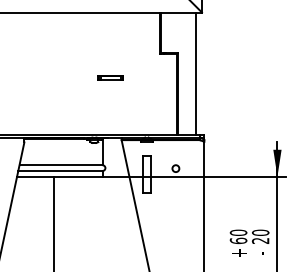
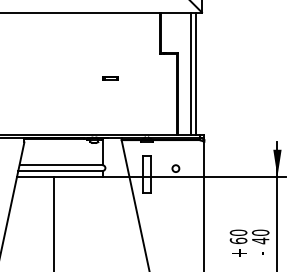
line at (190, 73): none -> present
part at (110, 77) size: 27x6 px -> 17x5 px
text at (260, 240): 20 -> 40
